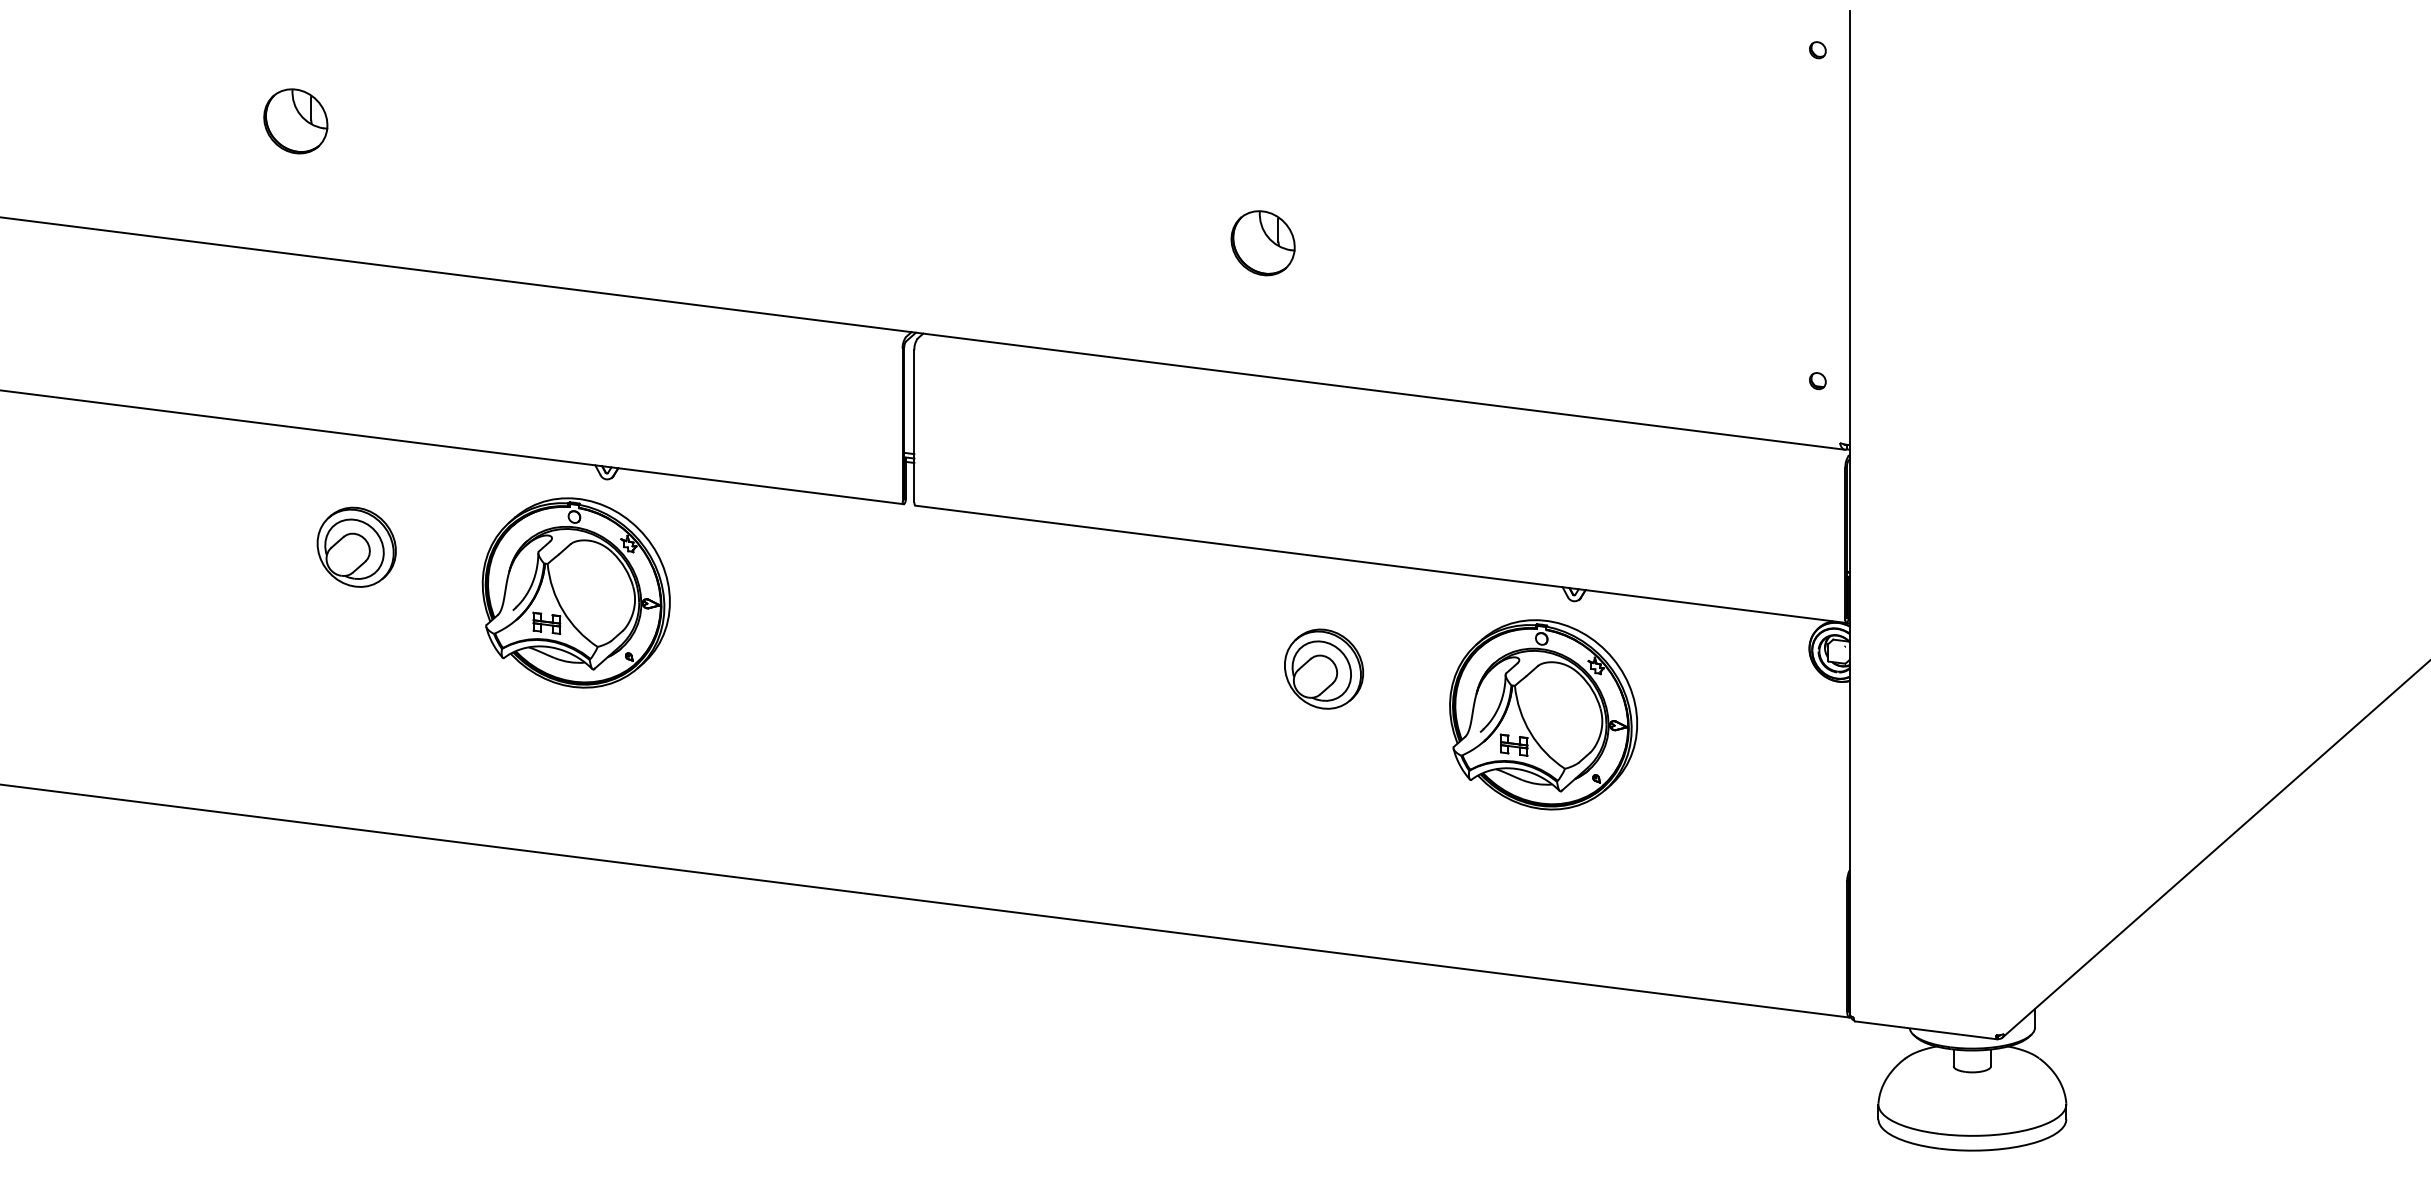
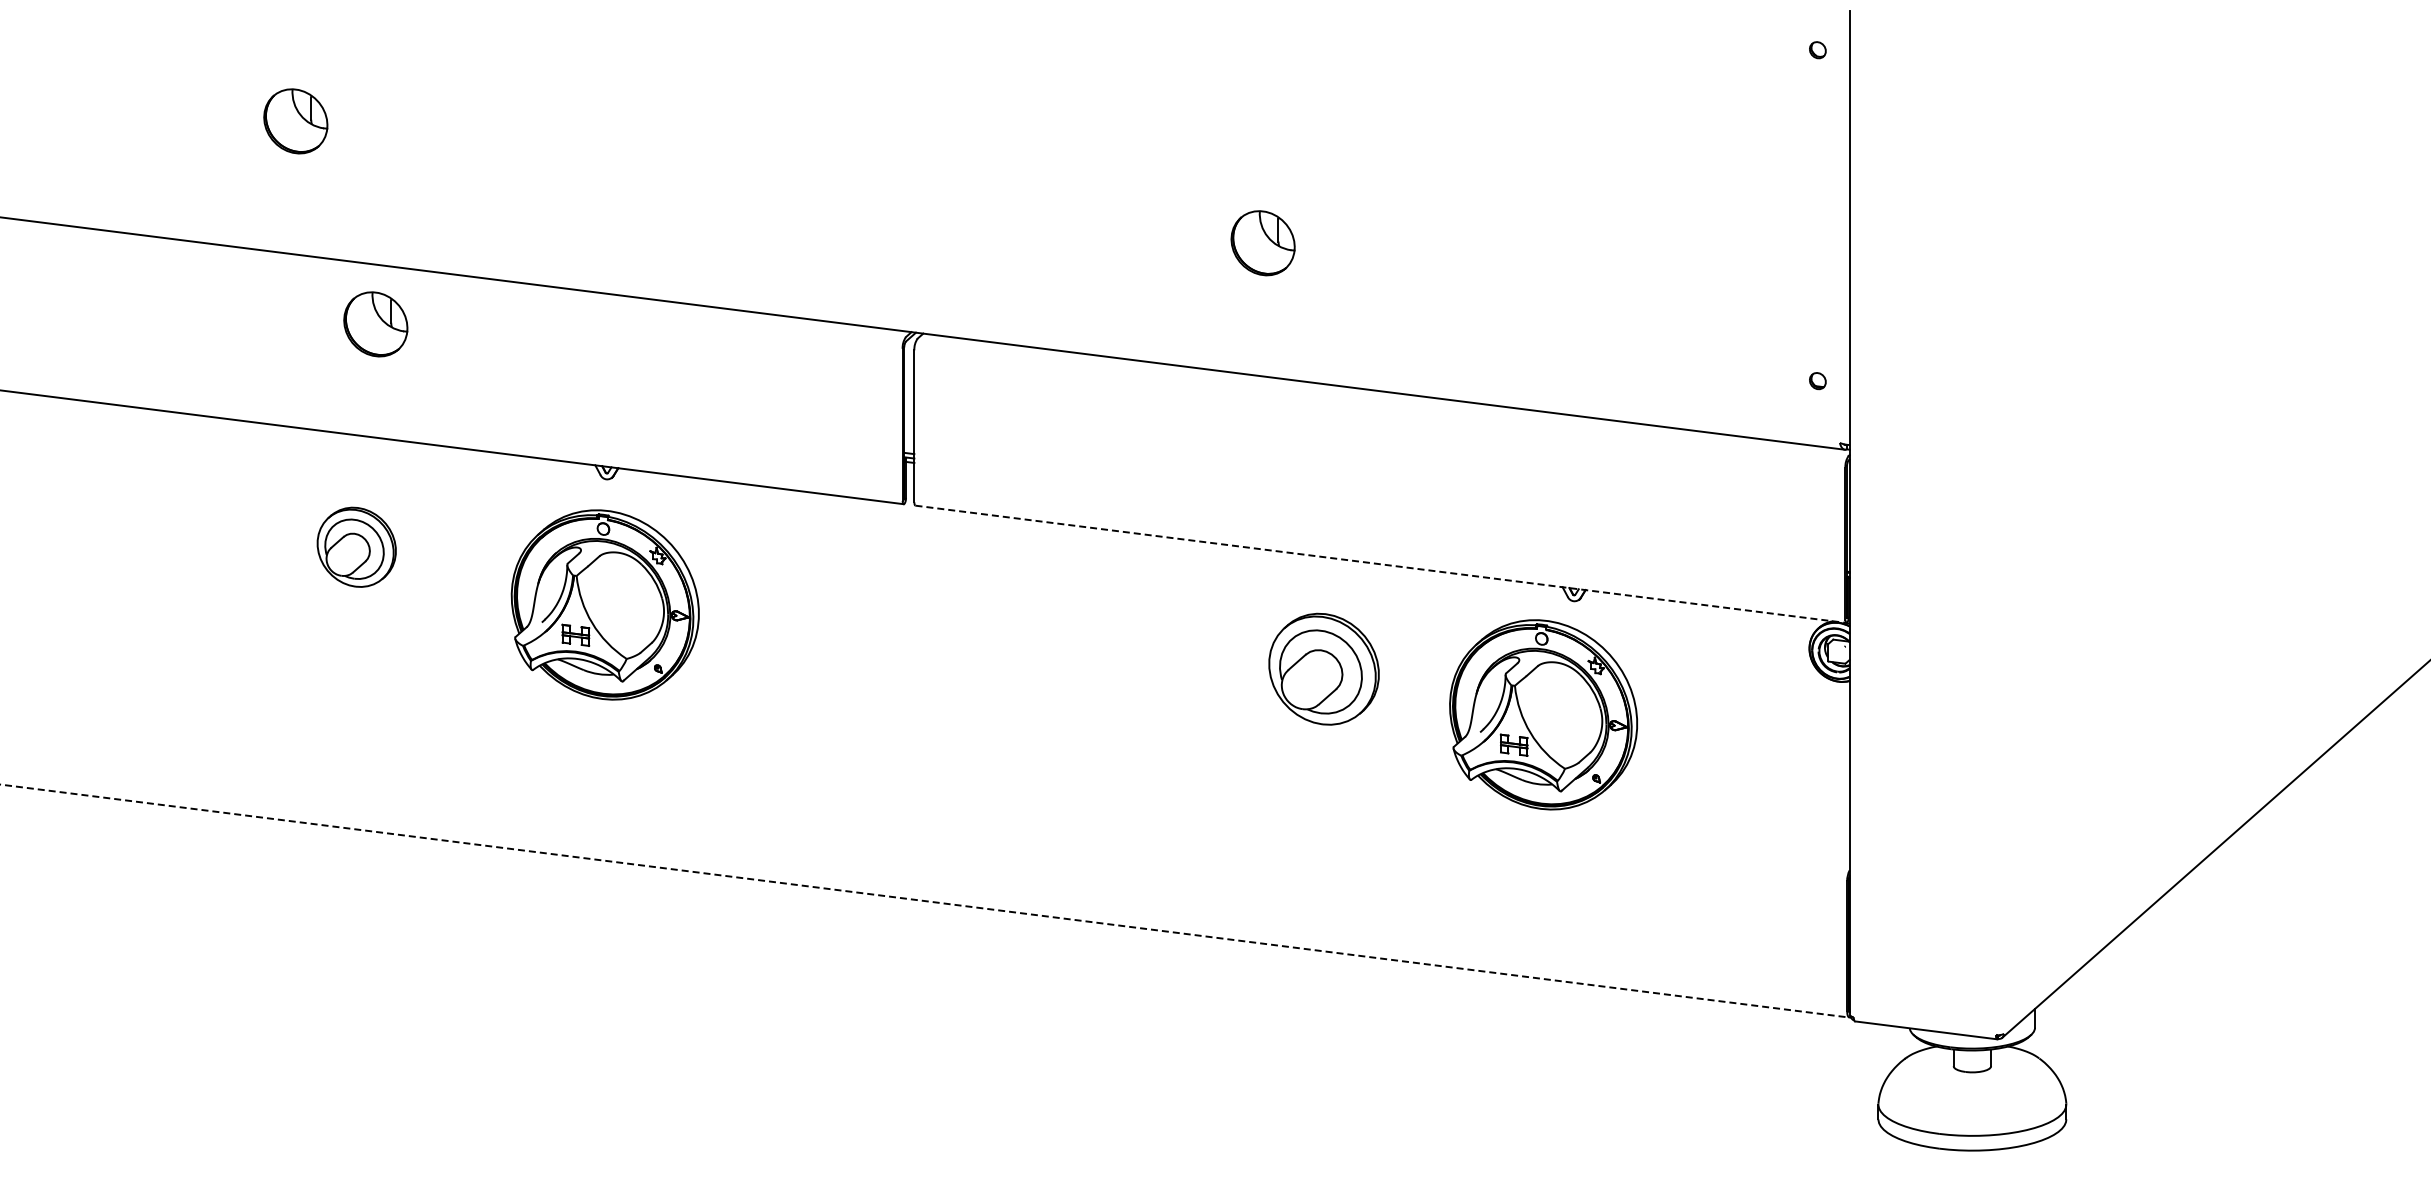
part at (375, 324): none -> present
line at (1381, 564): solid -> dashed
part at (575, 592) position: (575, 592) -> (604, 604)
part at (1323, 668) size: 80x82 px -> 112x114 px
line at (924, 901): solid -> dashed
